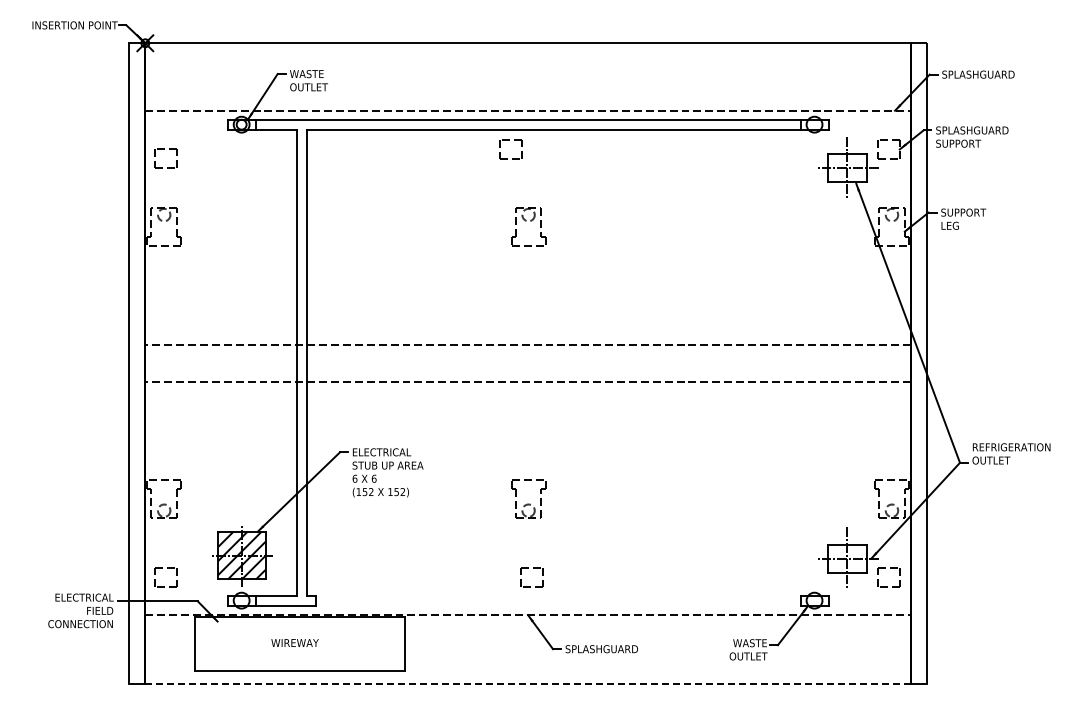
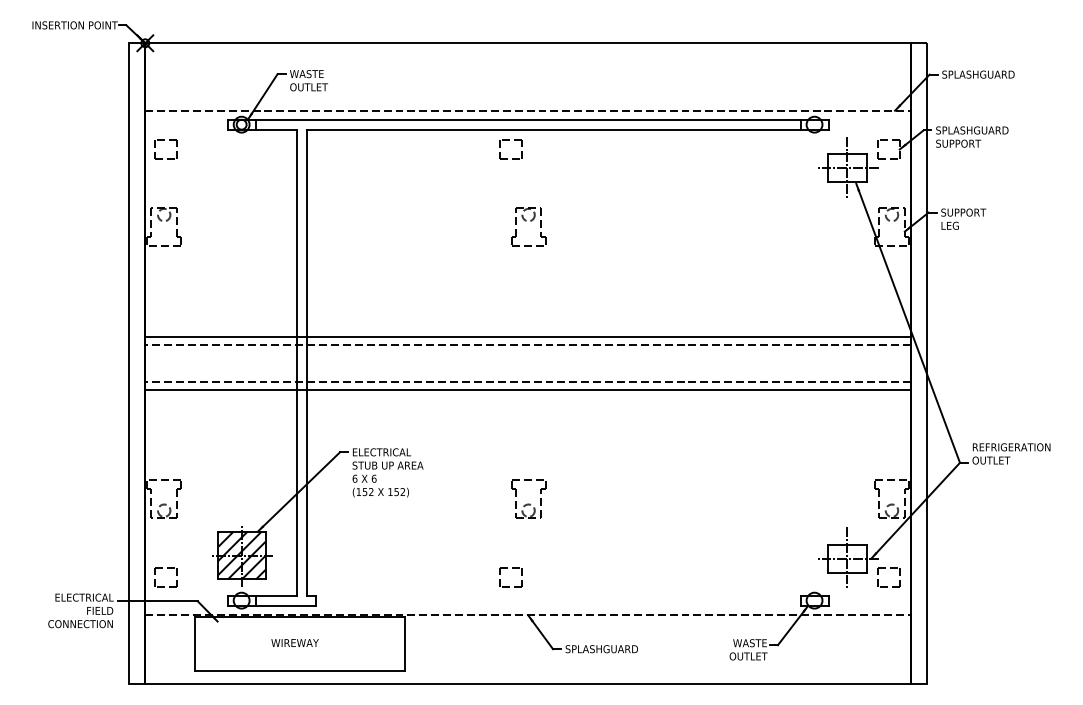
part at (164, 149) position: (164, 149) -> (164, 140)
line at (527, 336): none -> present
line at (527, 390): none -> present
part at (530, 586) position: (530, 586) -> (509, 586)
line at (528, 683): dashed -> solid
